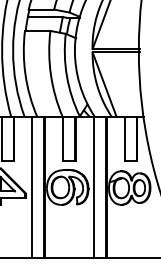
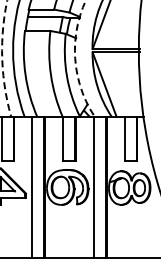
arc at (2, 58): solid -> dashed
arc at (75, 59): solid -> dashed
